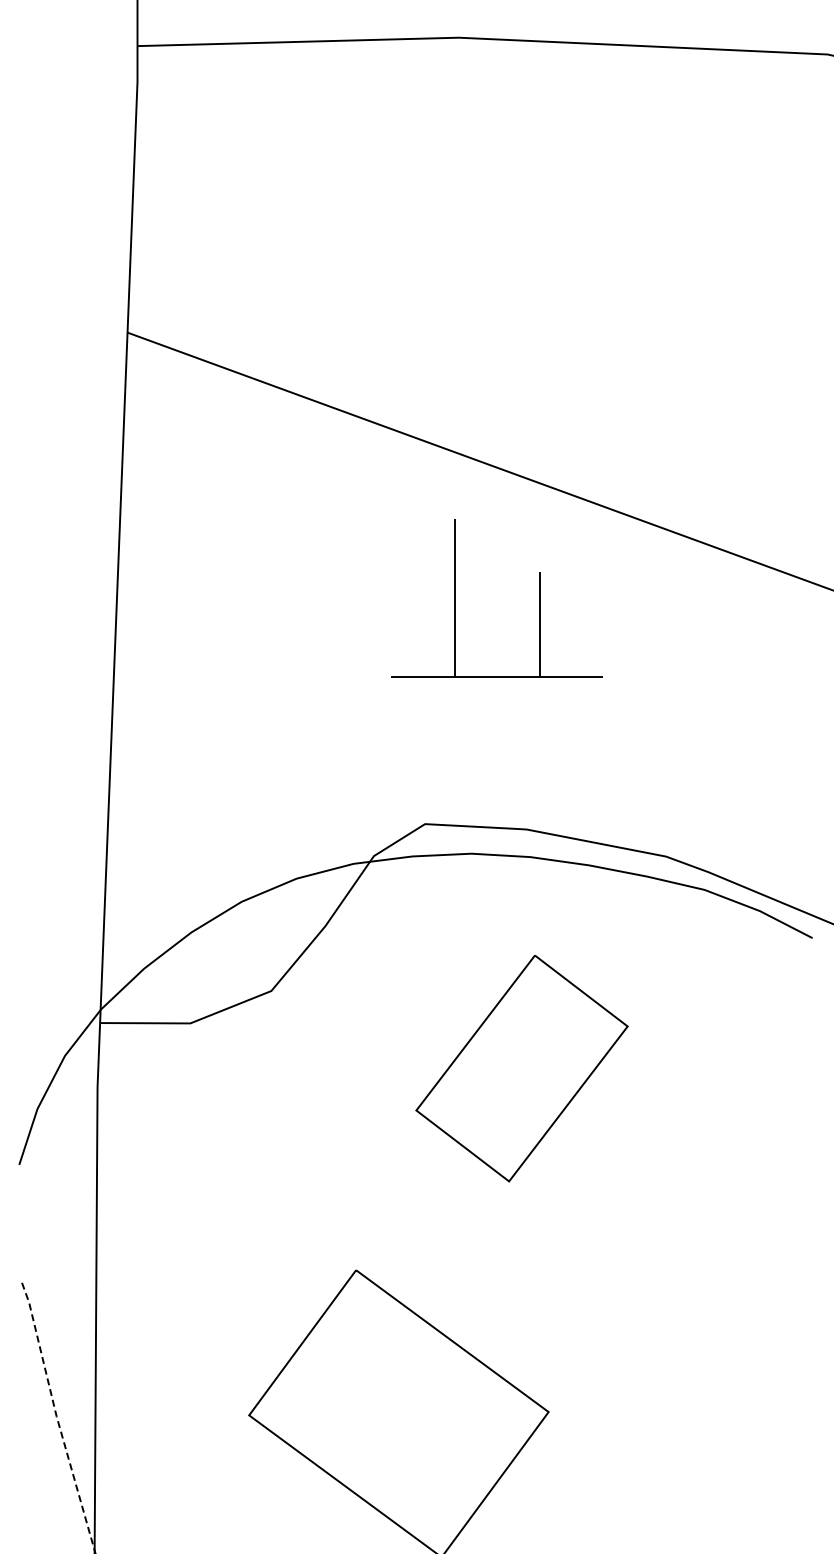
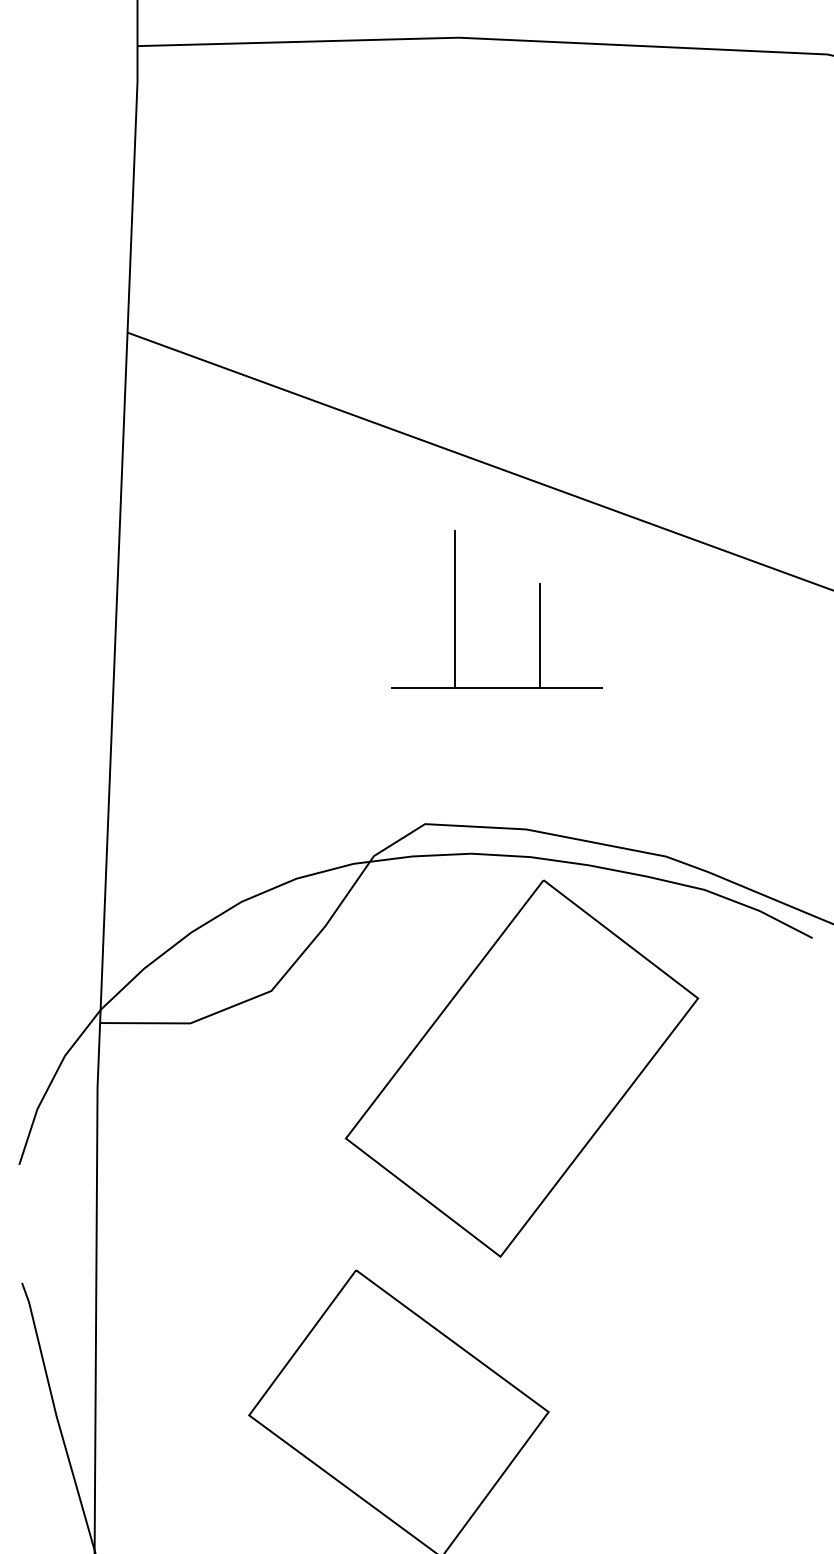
part at (455, 598) position: (455, 598) -> (455, 609)
part at (521, 1068) size: 214x228 px -> 356x379 px
line at (56, 1417): dashed -> solid
